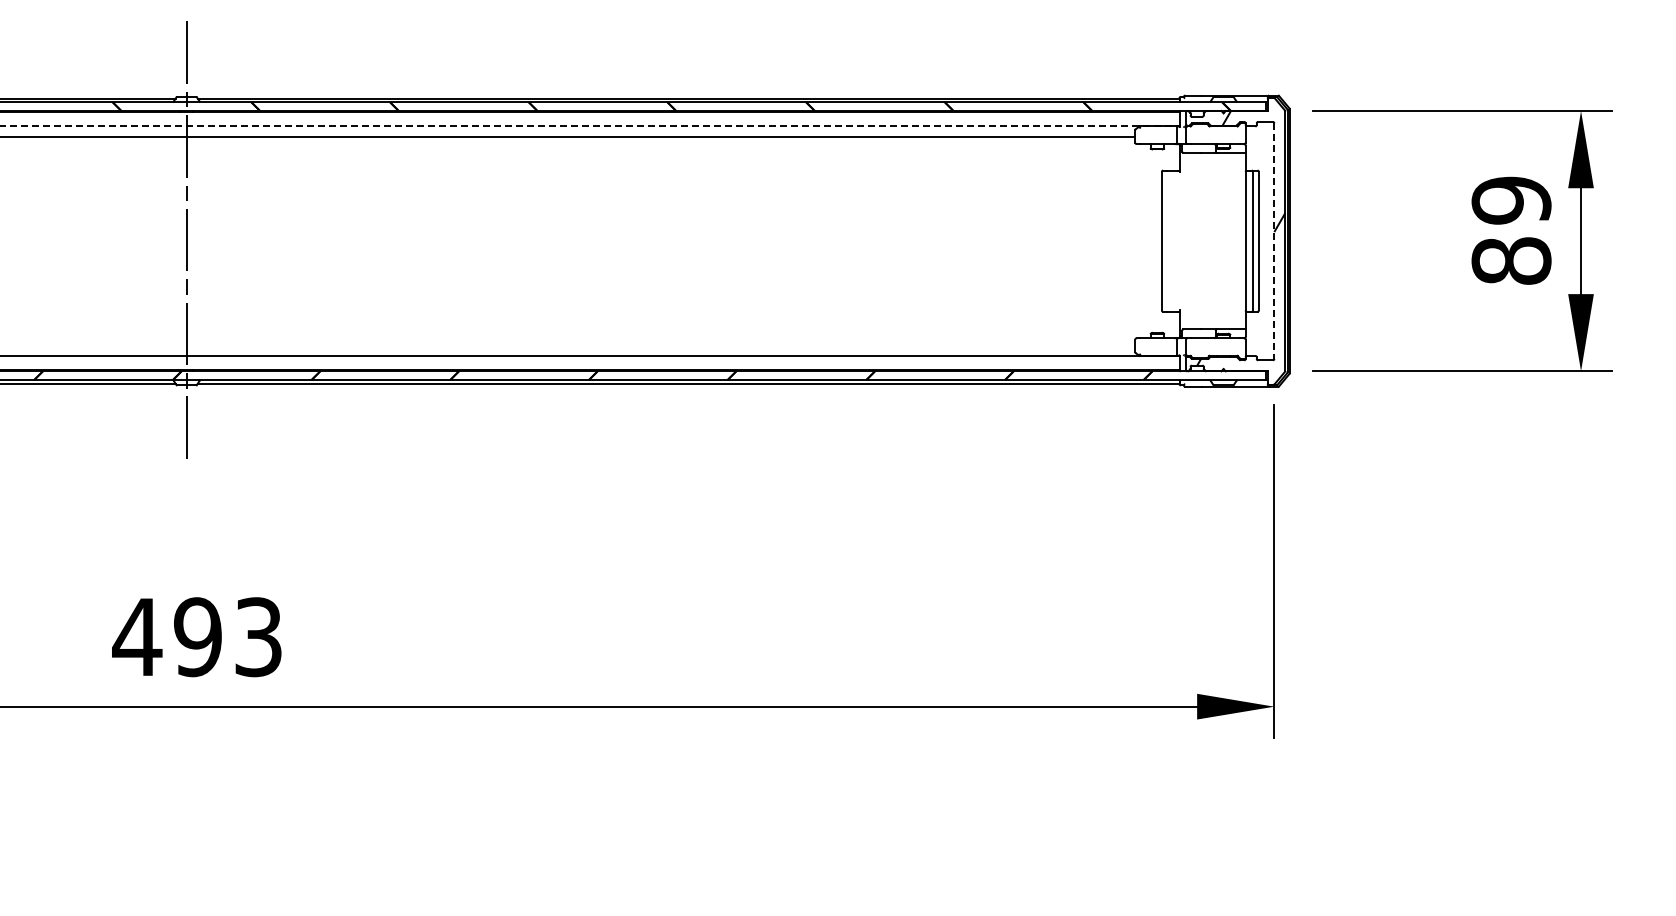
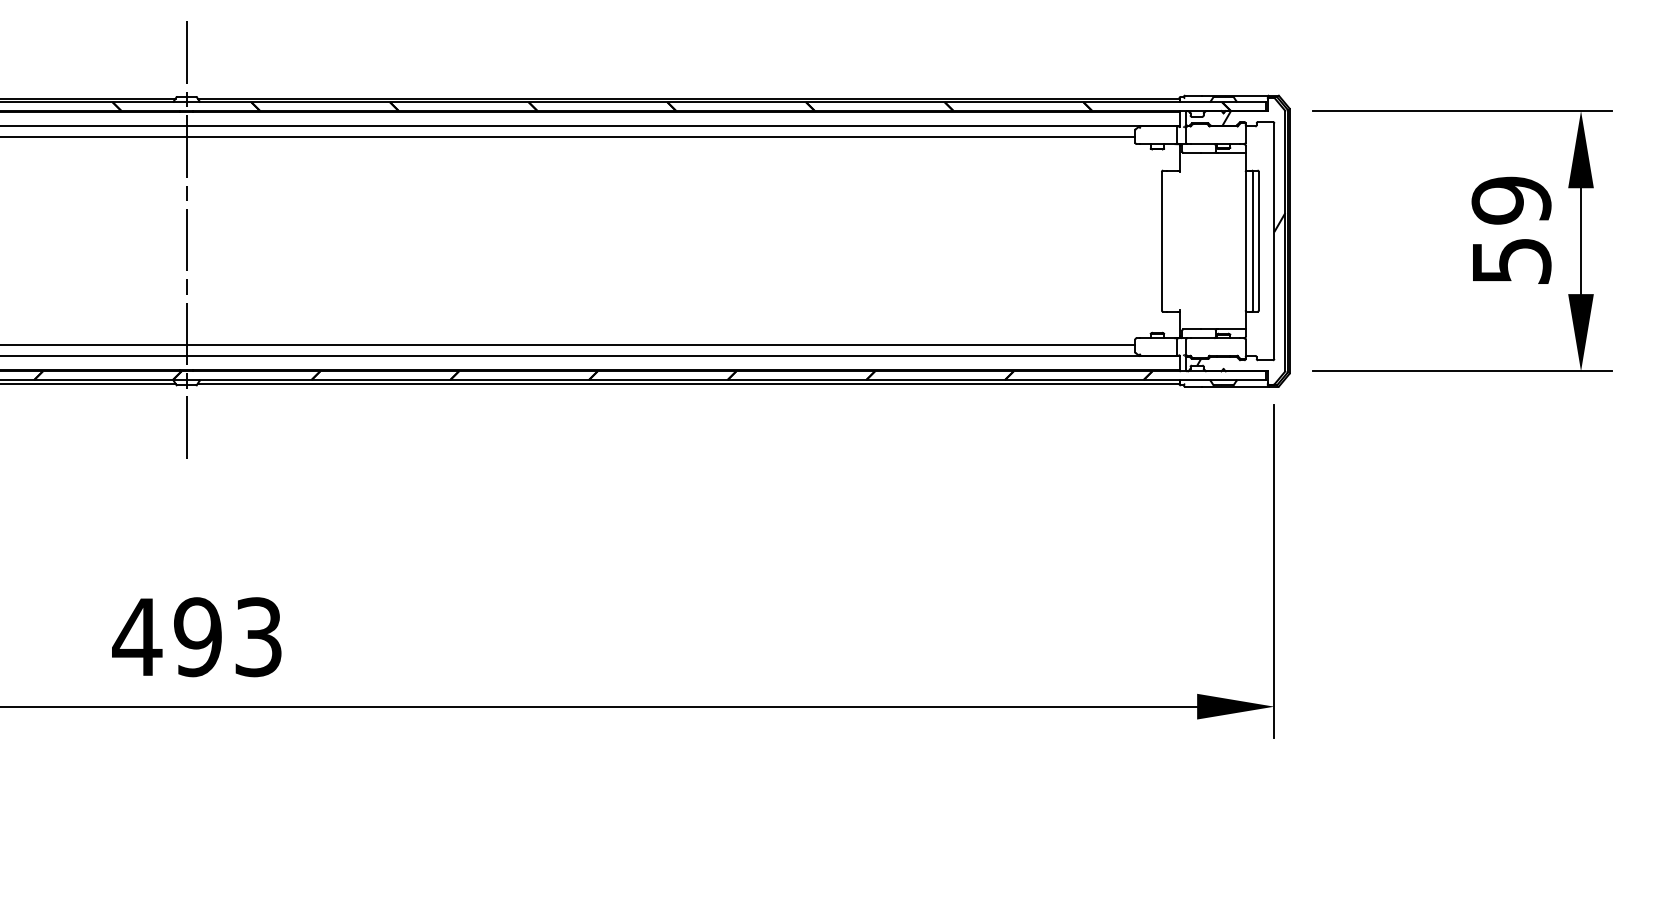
line at (589, 126): dashed -> solid
line at (1274, 241): dashed -> solid
text at (1511, 260): 89 -> 59
line at (568, 344): none -> present
